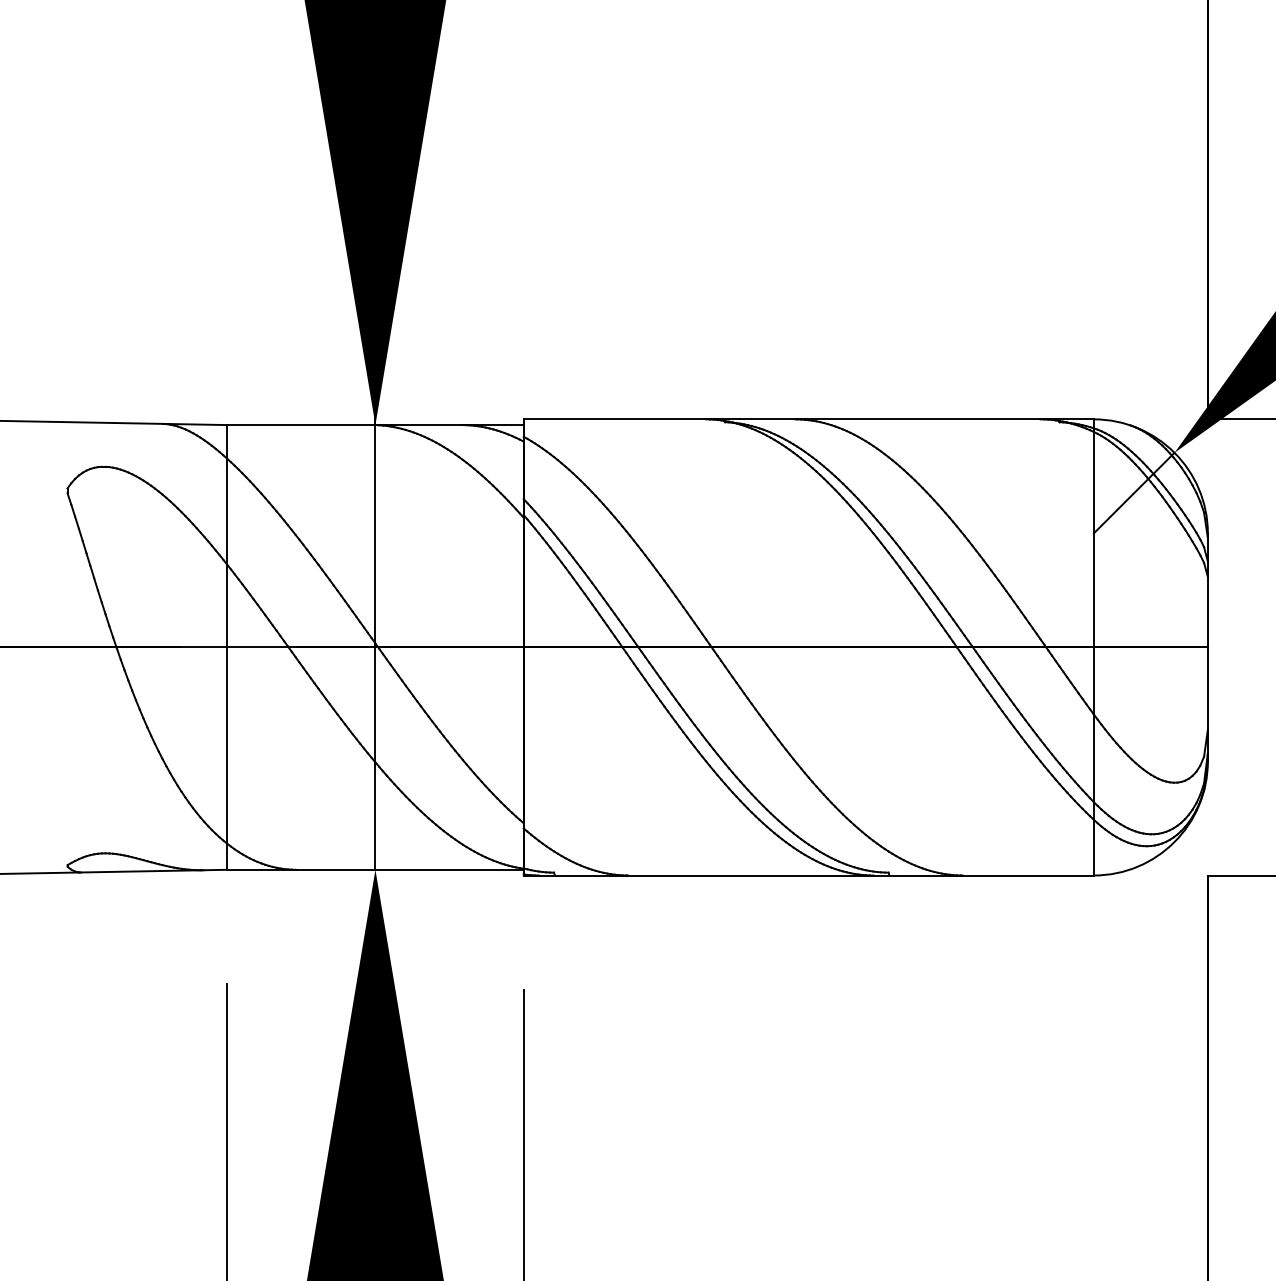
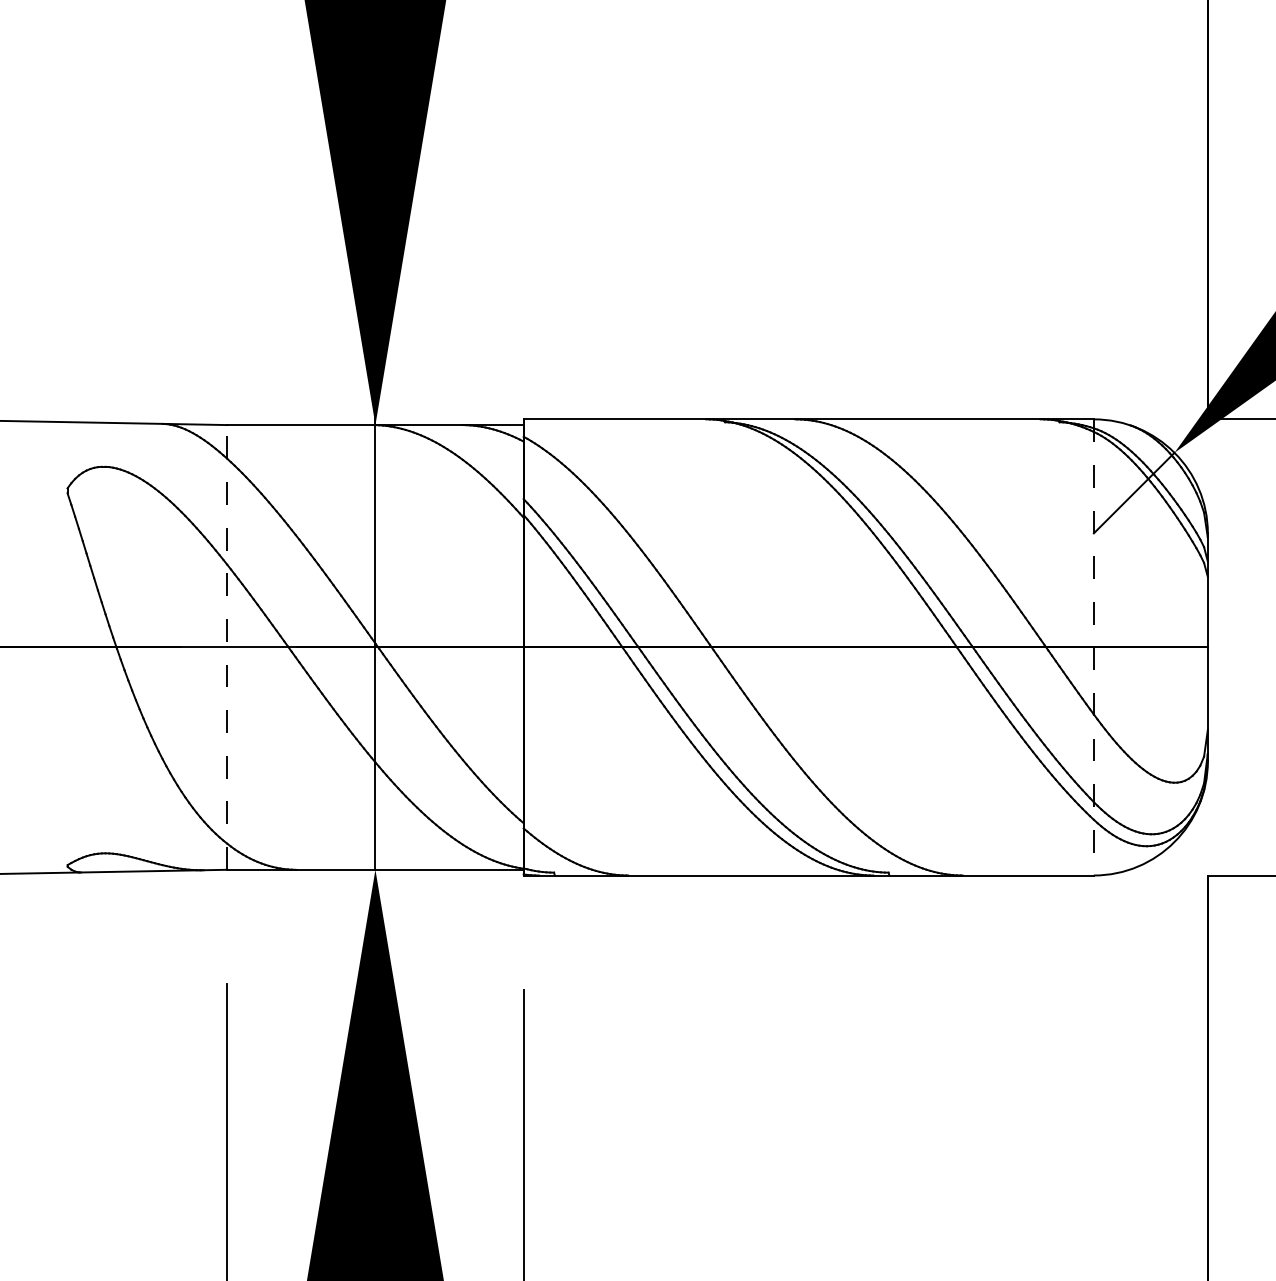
line at (227, 646): solid -> dashed
line at (1093, 647): solid -> dashed
